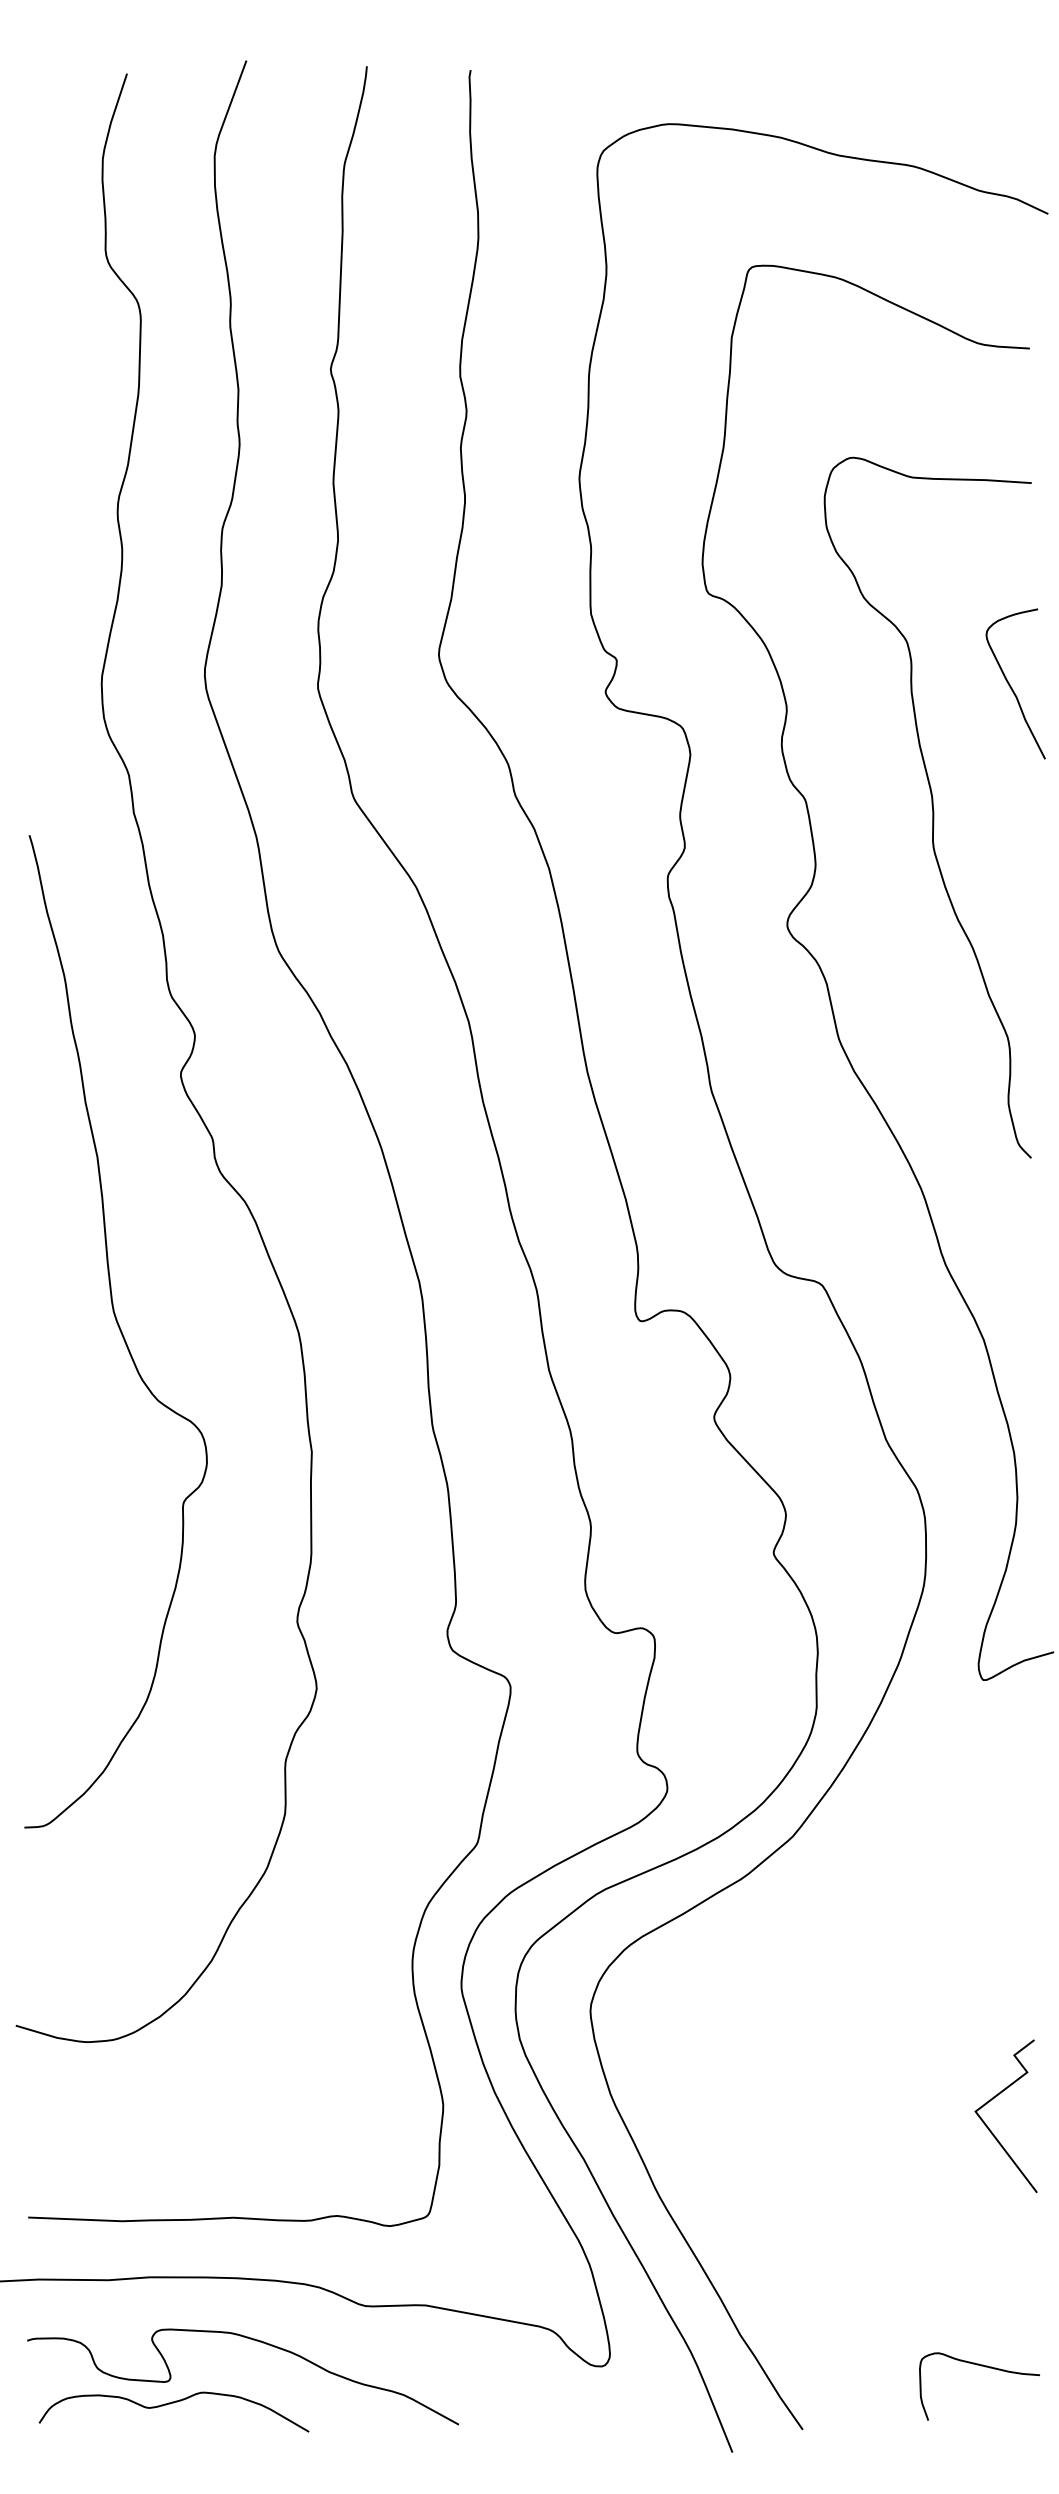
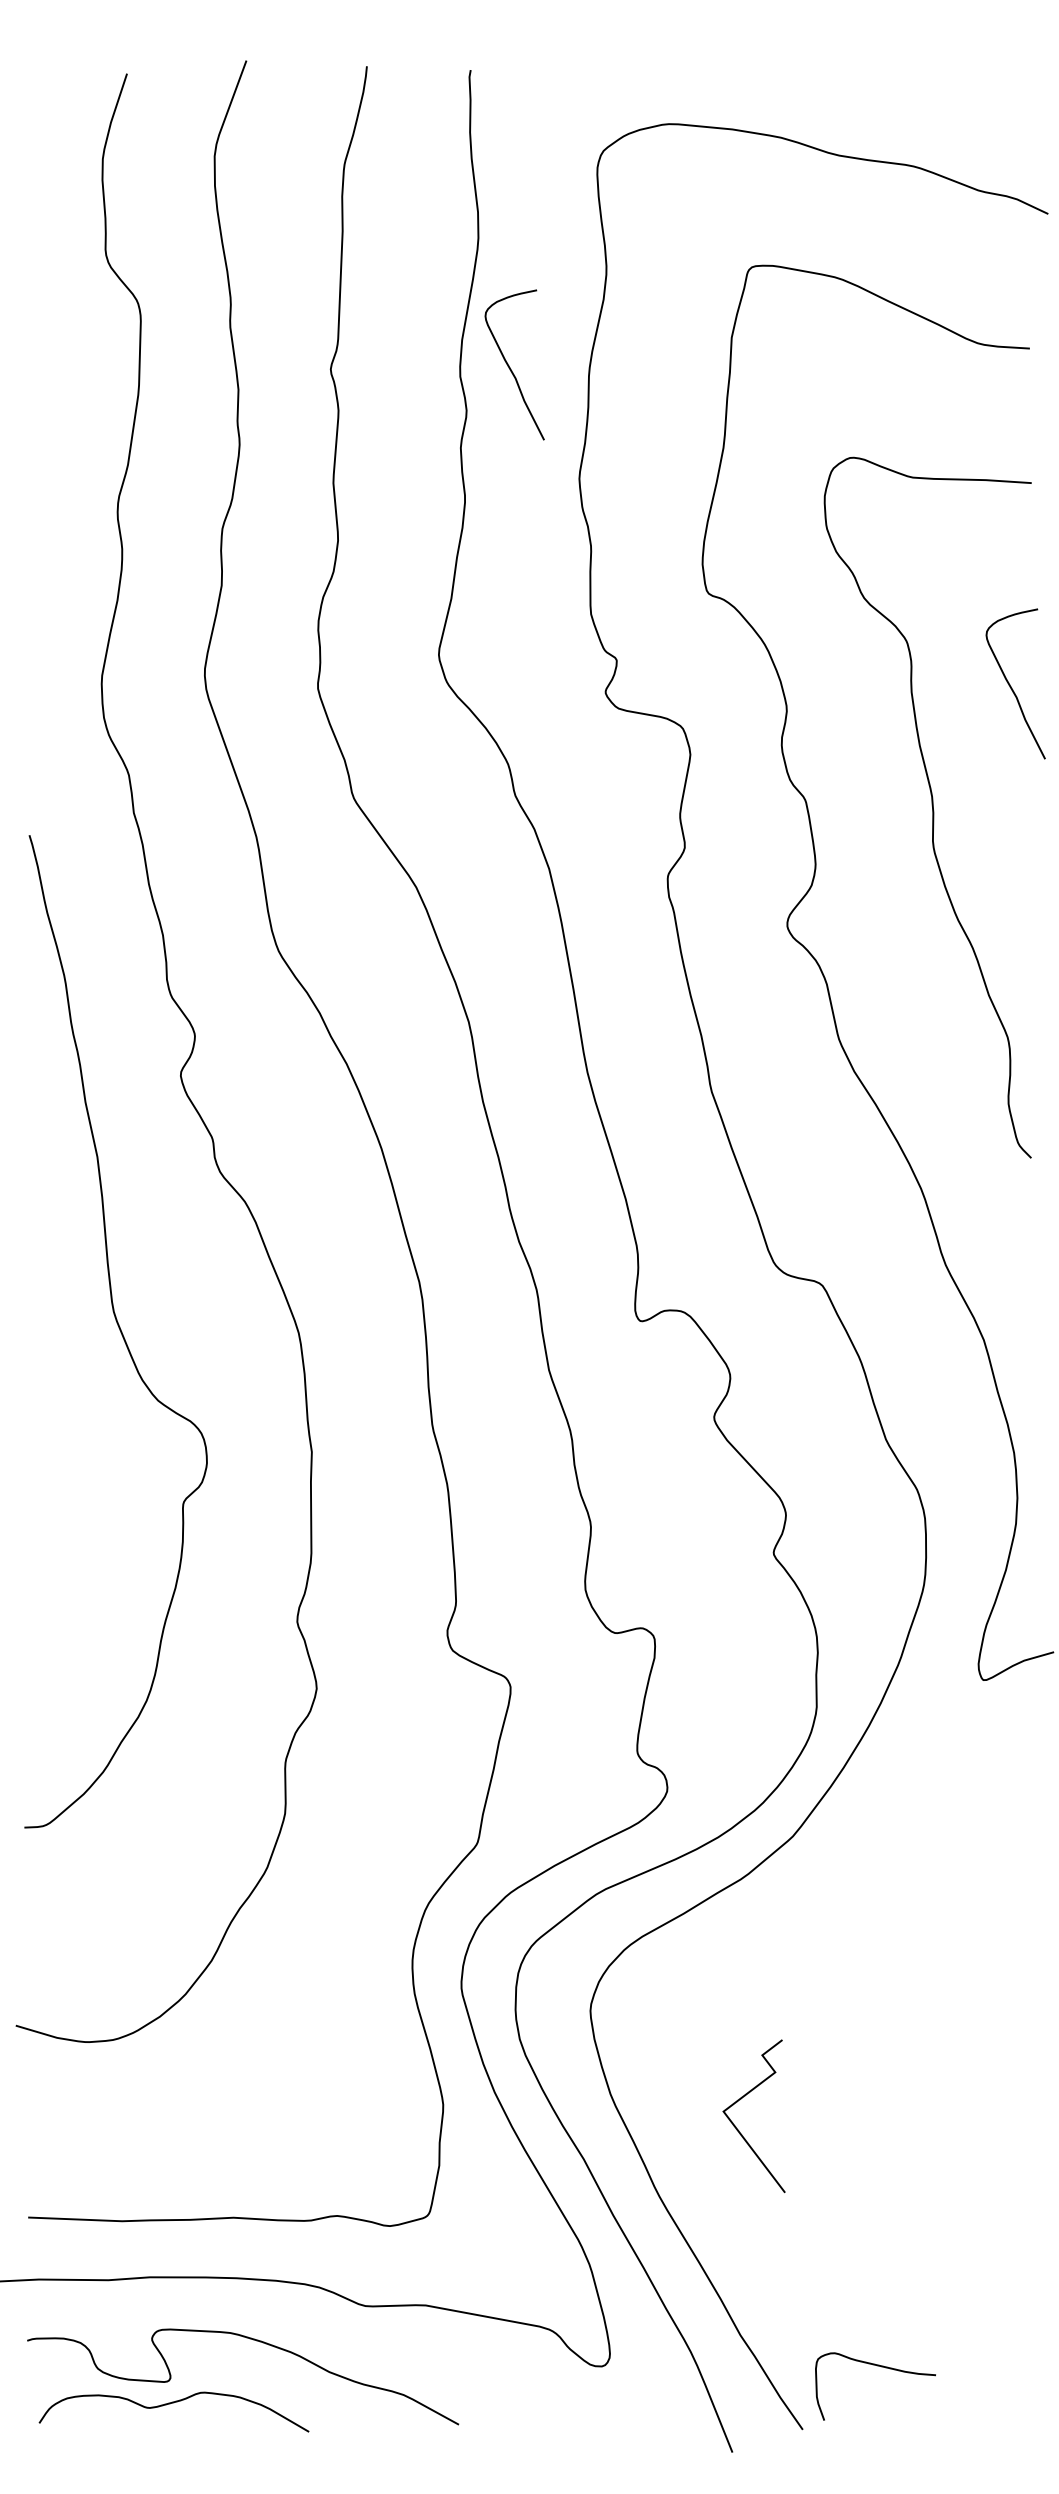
curve at (510, 367): none -> present
line at (988, 2126) position: (988, 2126) -> (736, 2126)
curve at (985, 2367) position: (985, 2367) -> (881, 2367)
